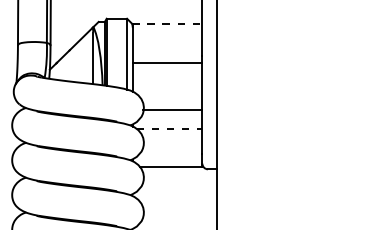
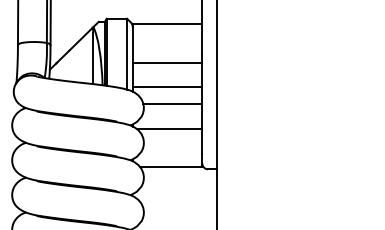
line at (167, 24): dashed -> solid
line at (167, 87): none -> present
line at (172, 110) position: (172, 110) -> (172, 104)
line at (169, 128): dashed -> solid
